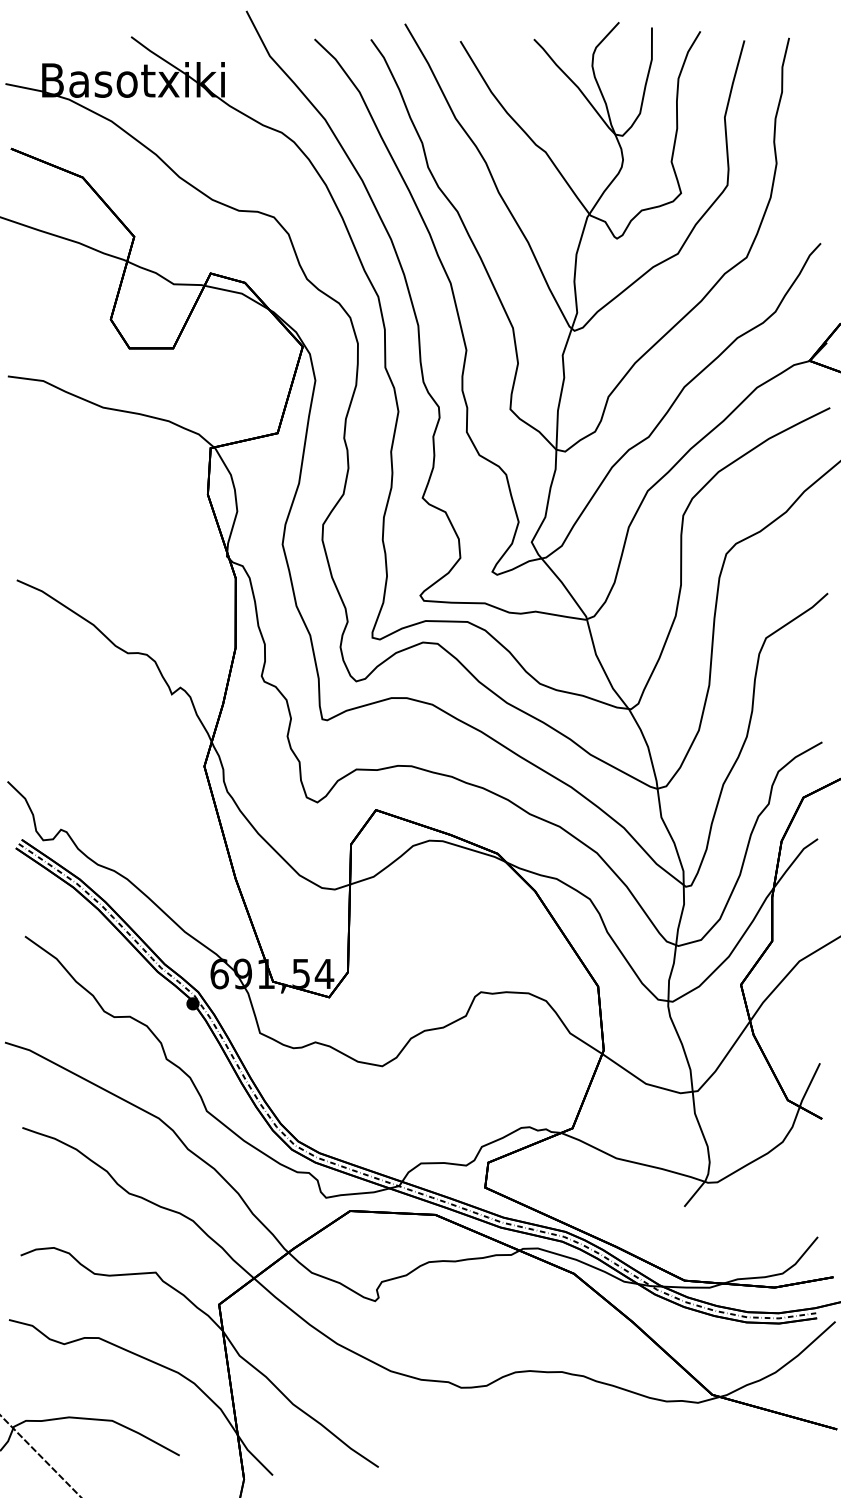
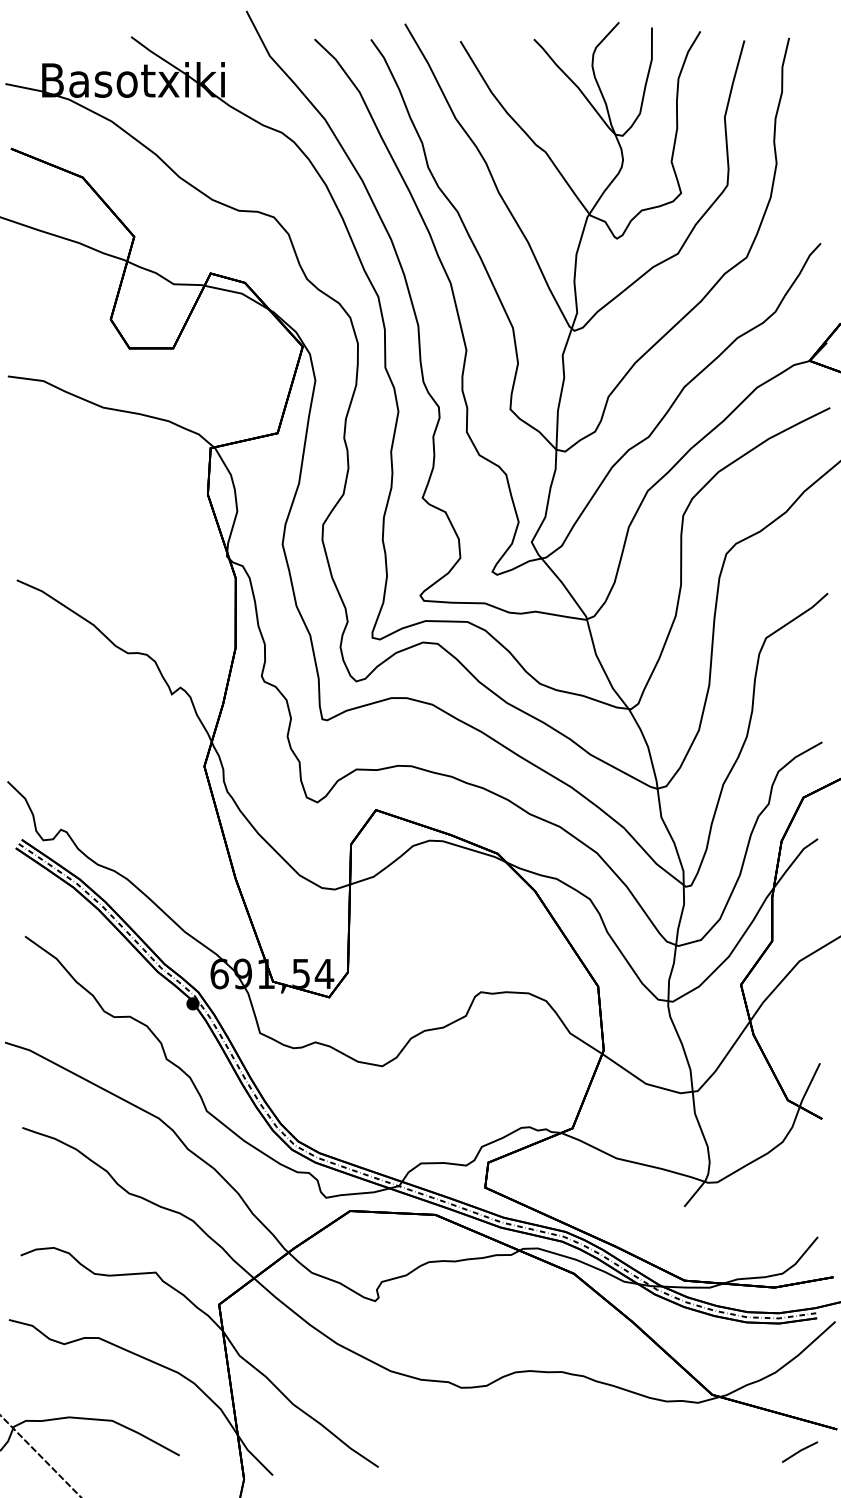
line at (799, 1451): none -> present
